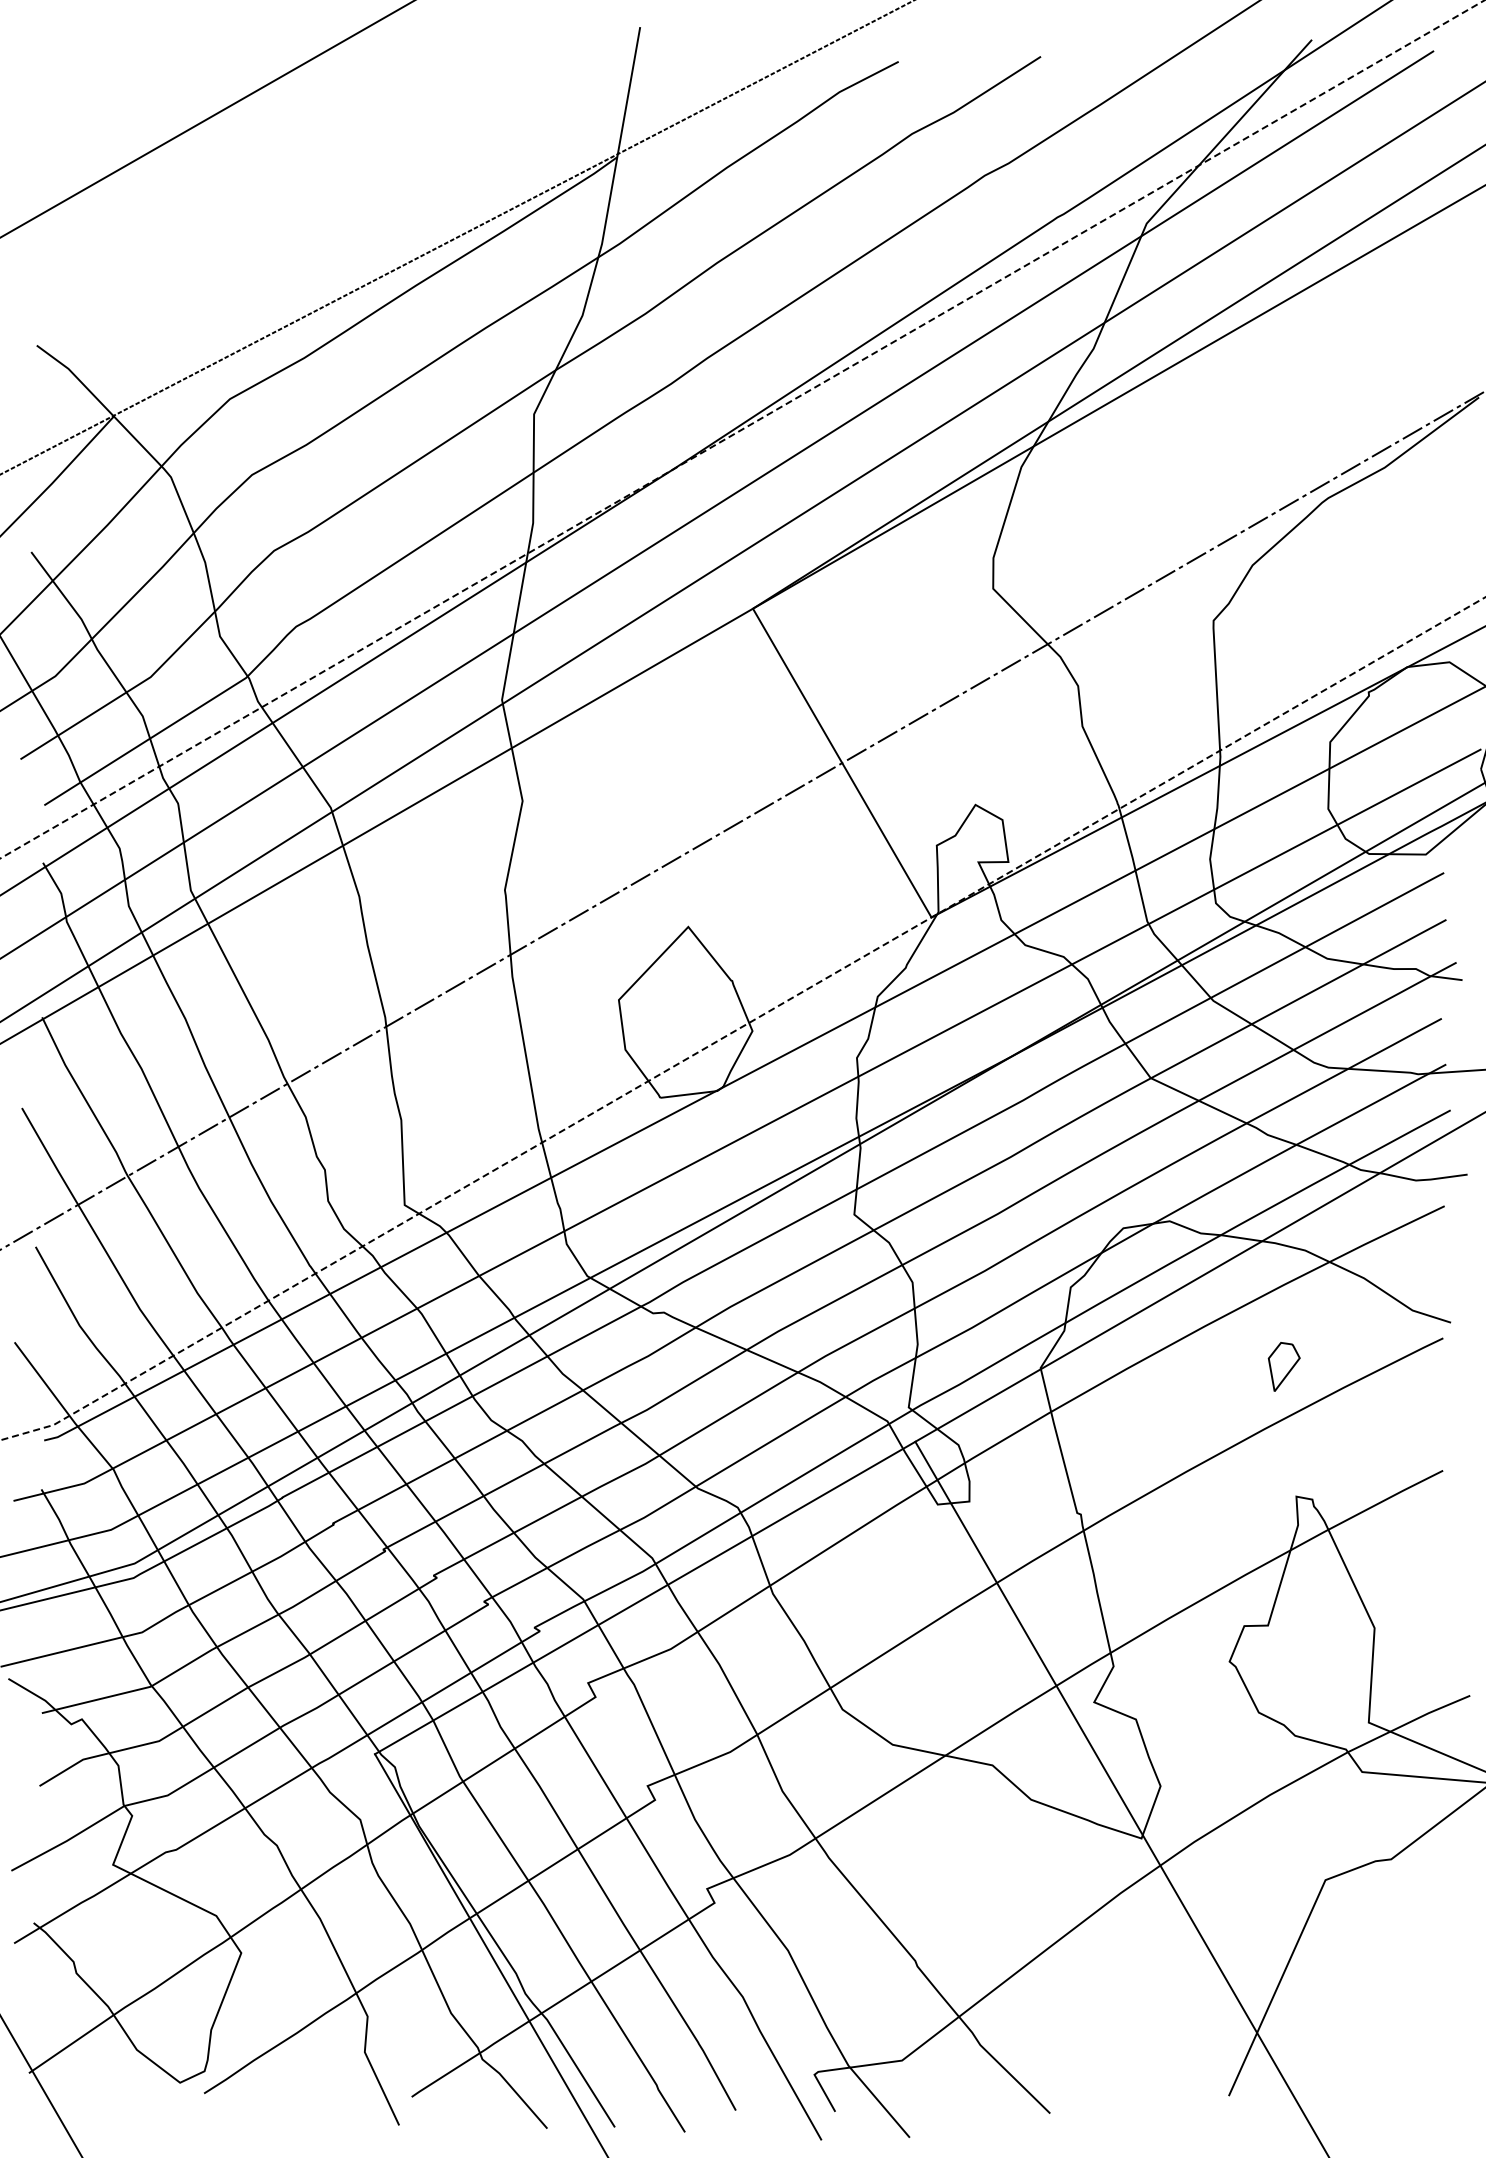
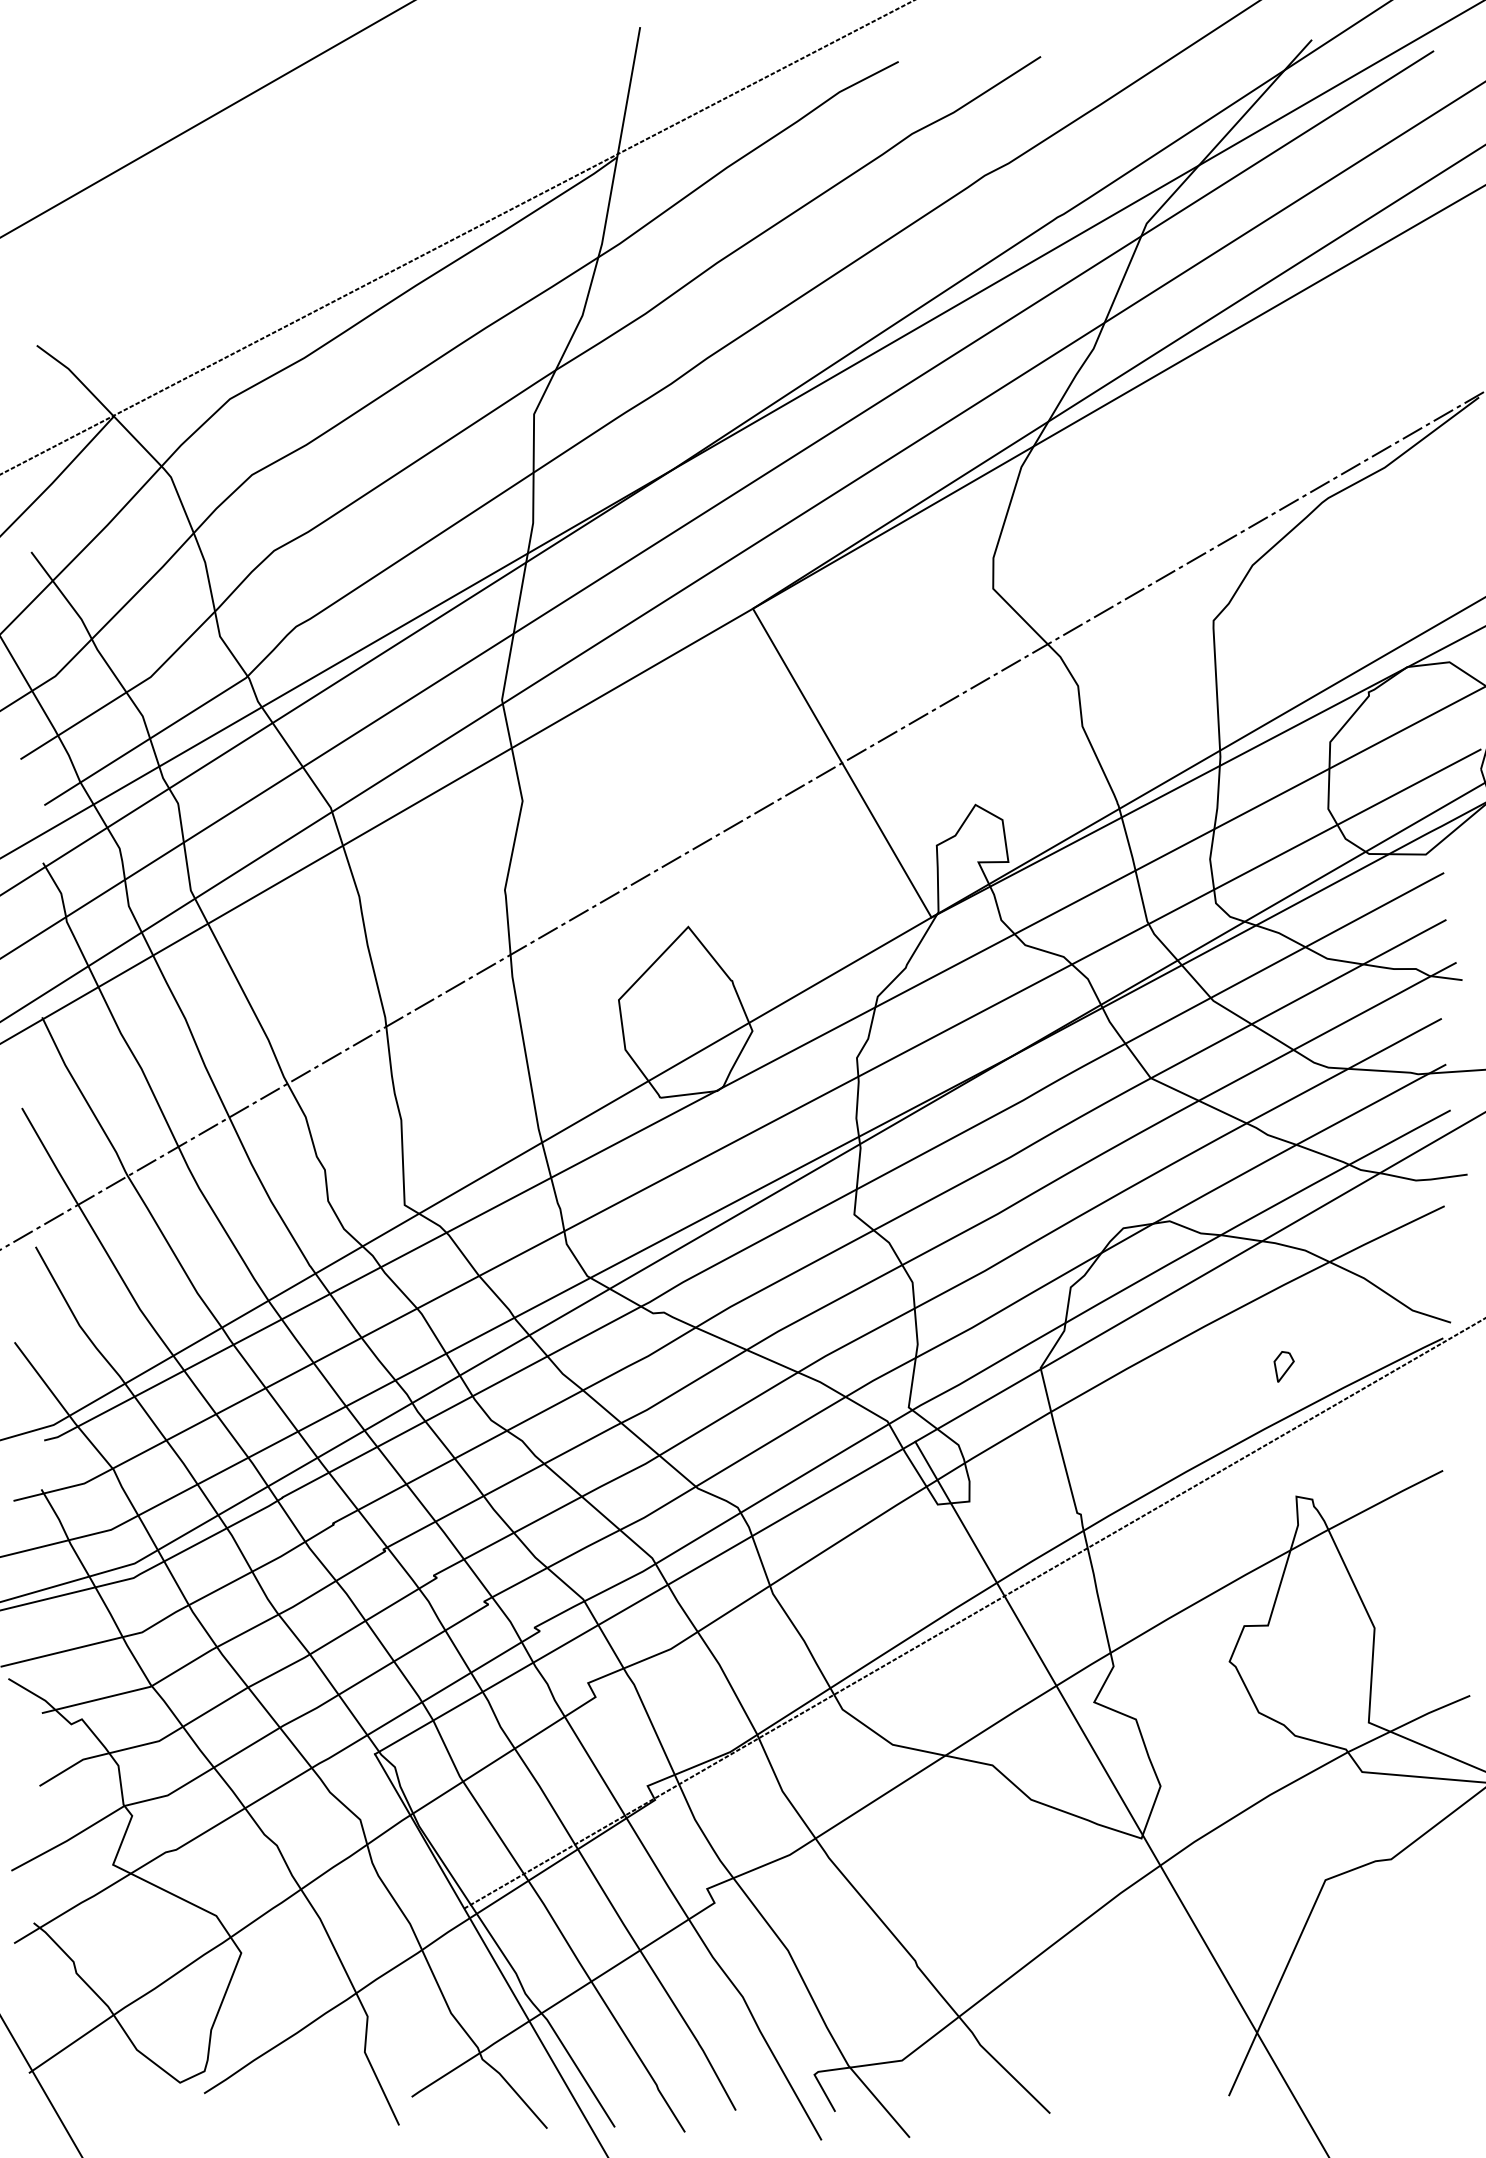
line at (742, 429): dashed -> solid
line at (745, 1025): dashed -> solid
part at (1283, 1366) size: 34x50 px -> 22x32 px
line at (973, 1613): none -> present
